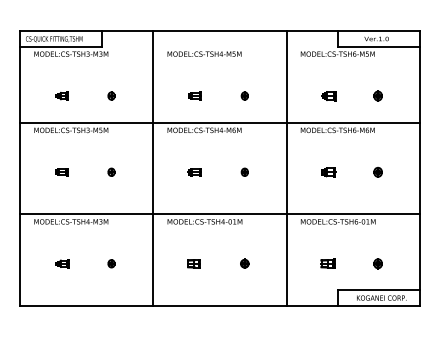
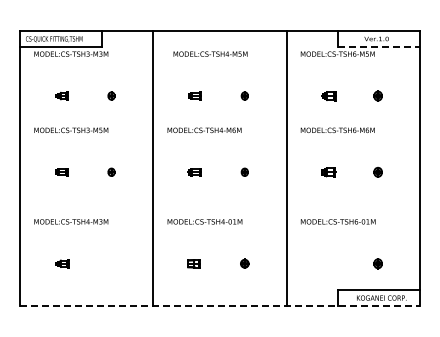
line at (379, 46): solid -> dashed
text at (204, 53) position: (204, 53) -> (210, 53)
line at (219, 122): present -> none
line at (219, 214): present -> none
part at (111, 263): present -> none
part at (327, 263): present -> none
line at (220, 305): solid -> dashed
